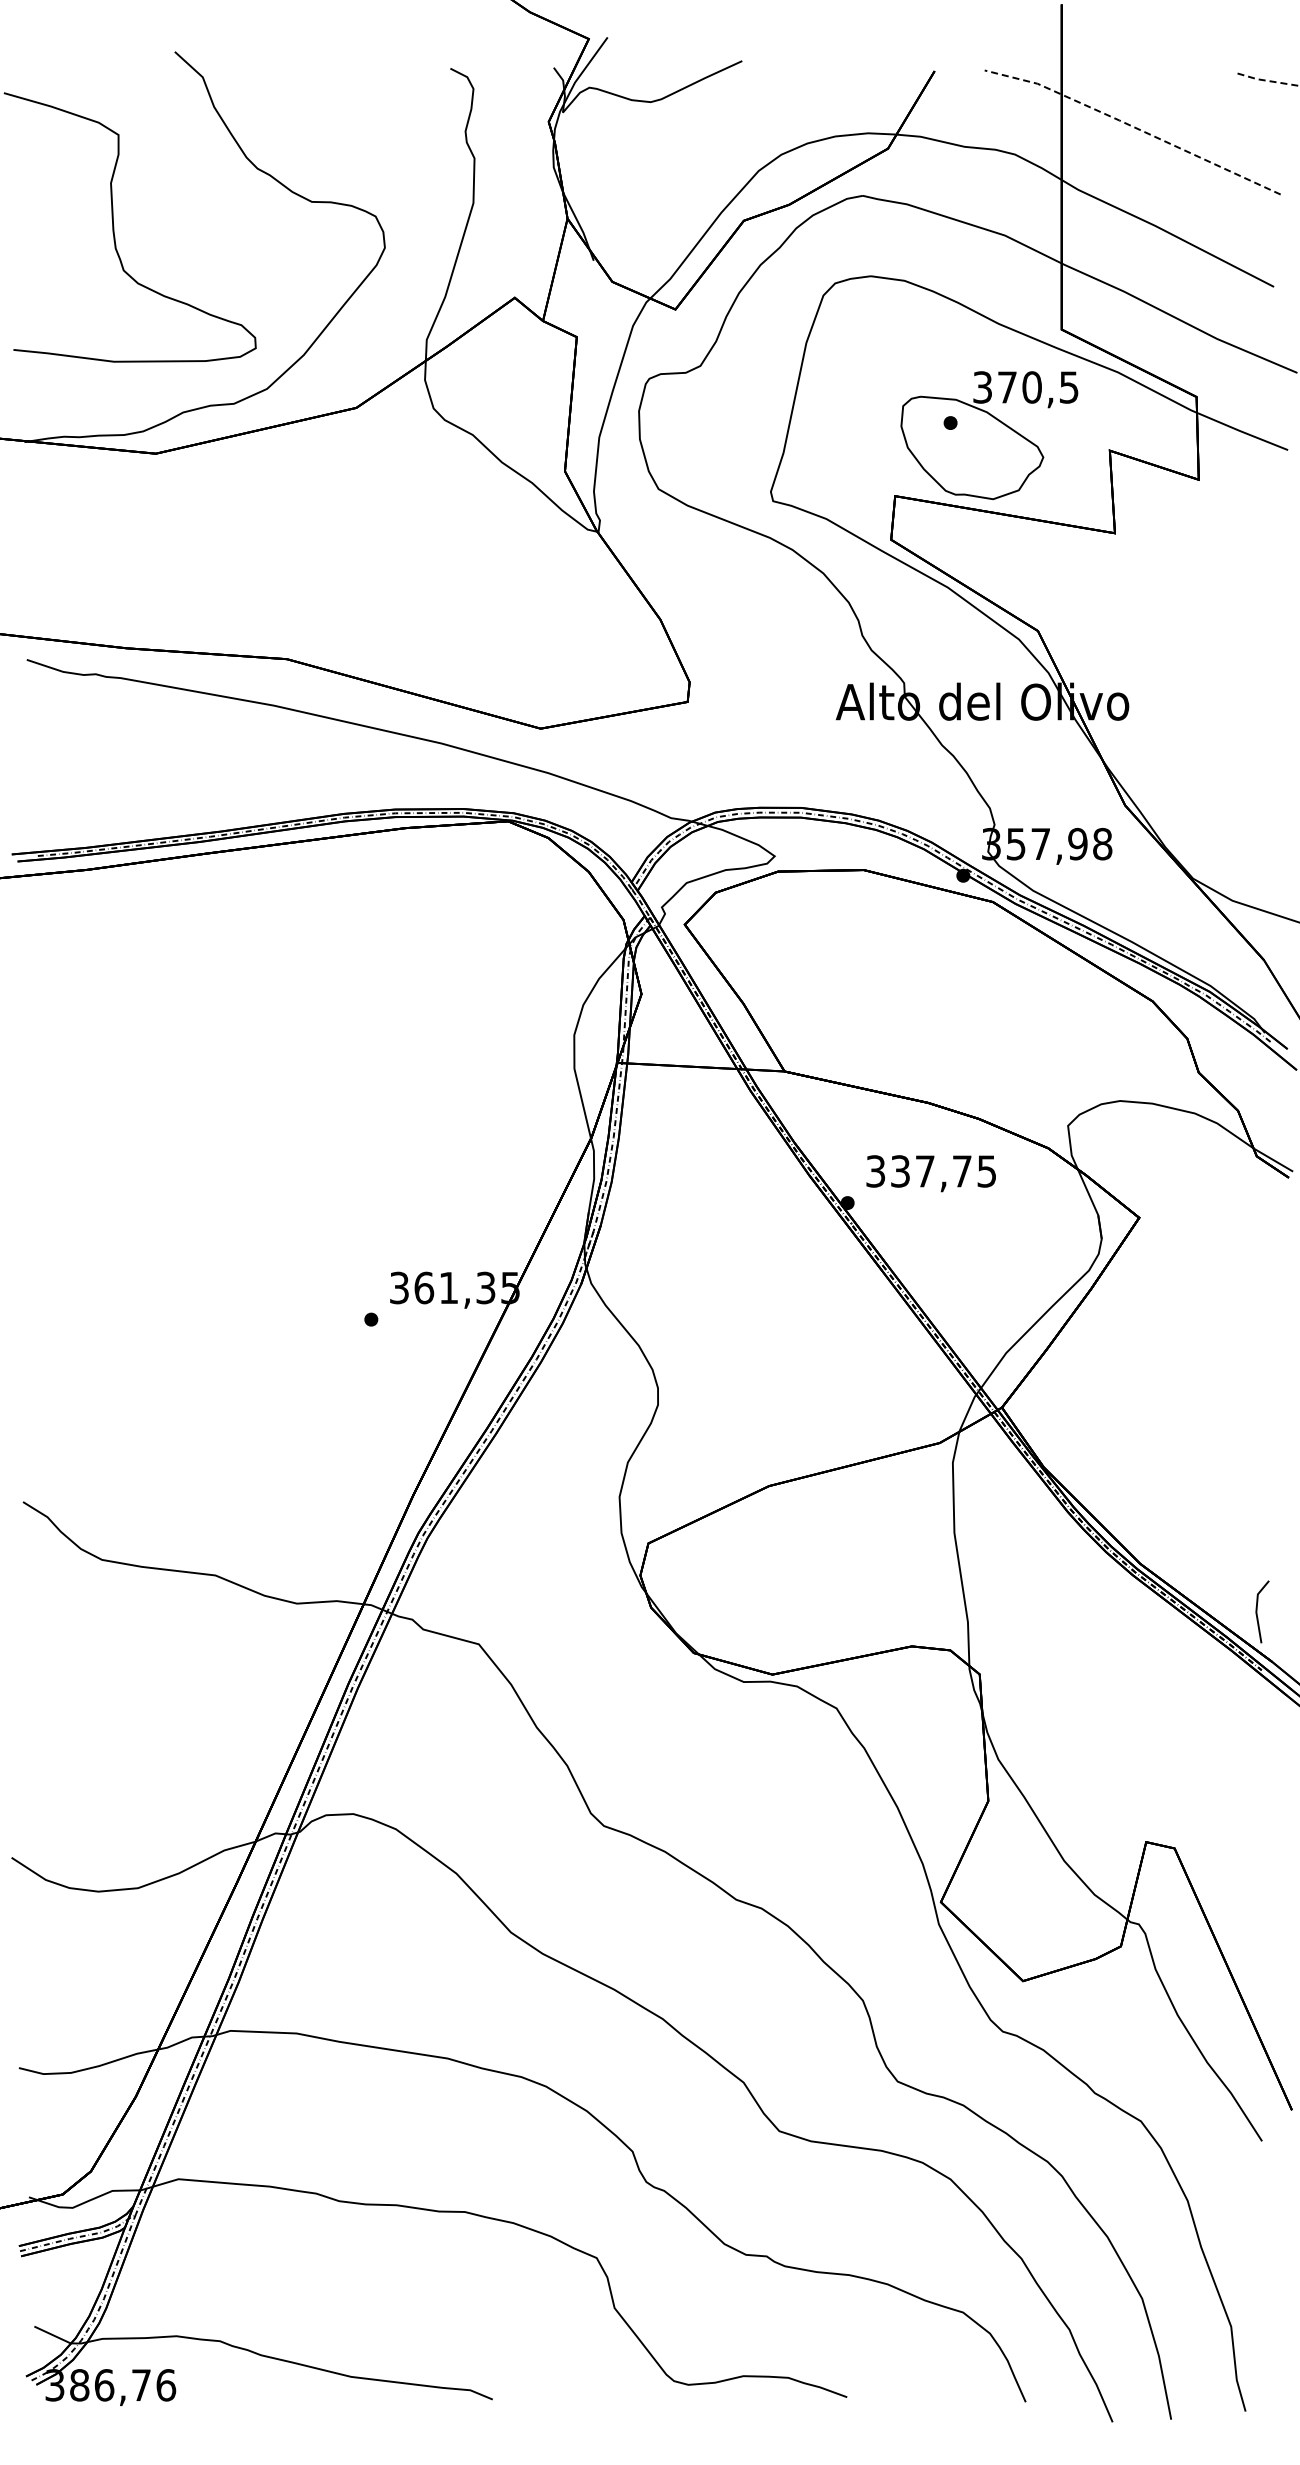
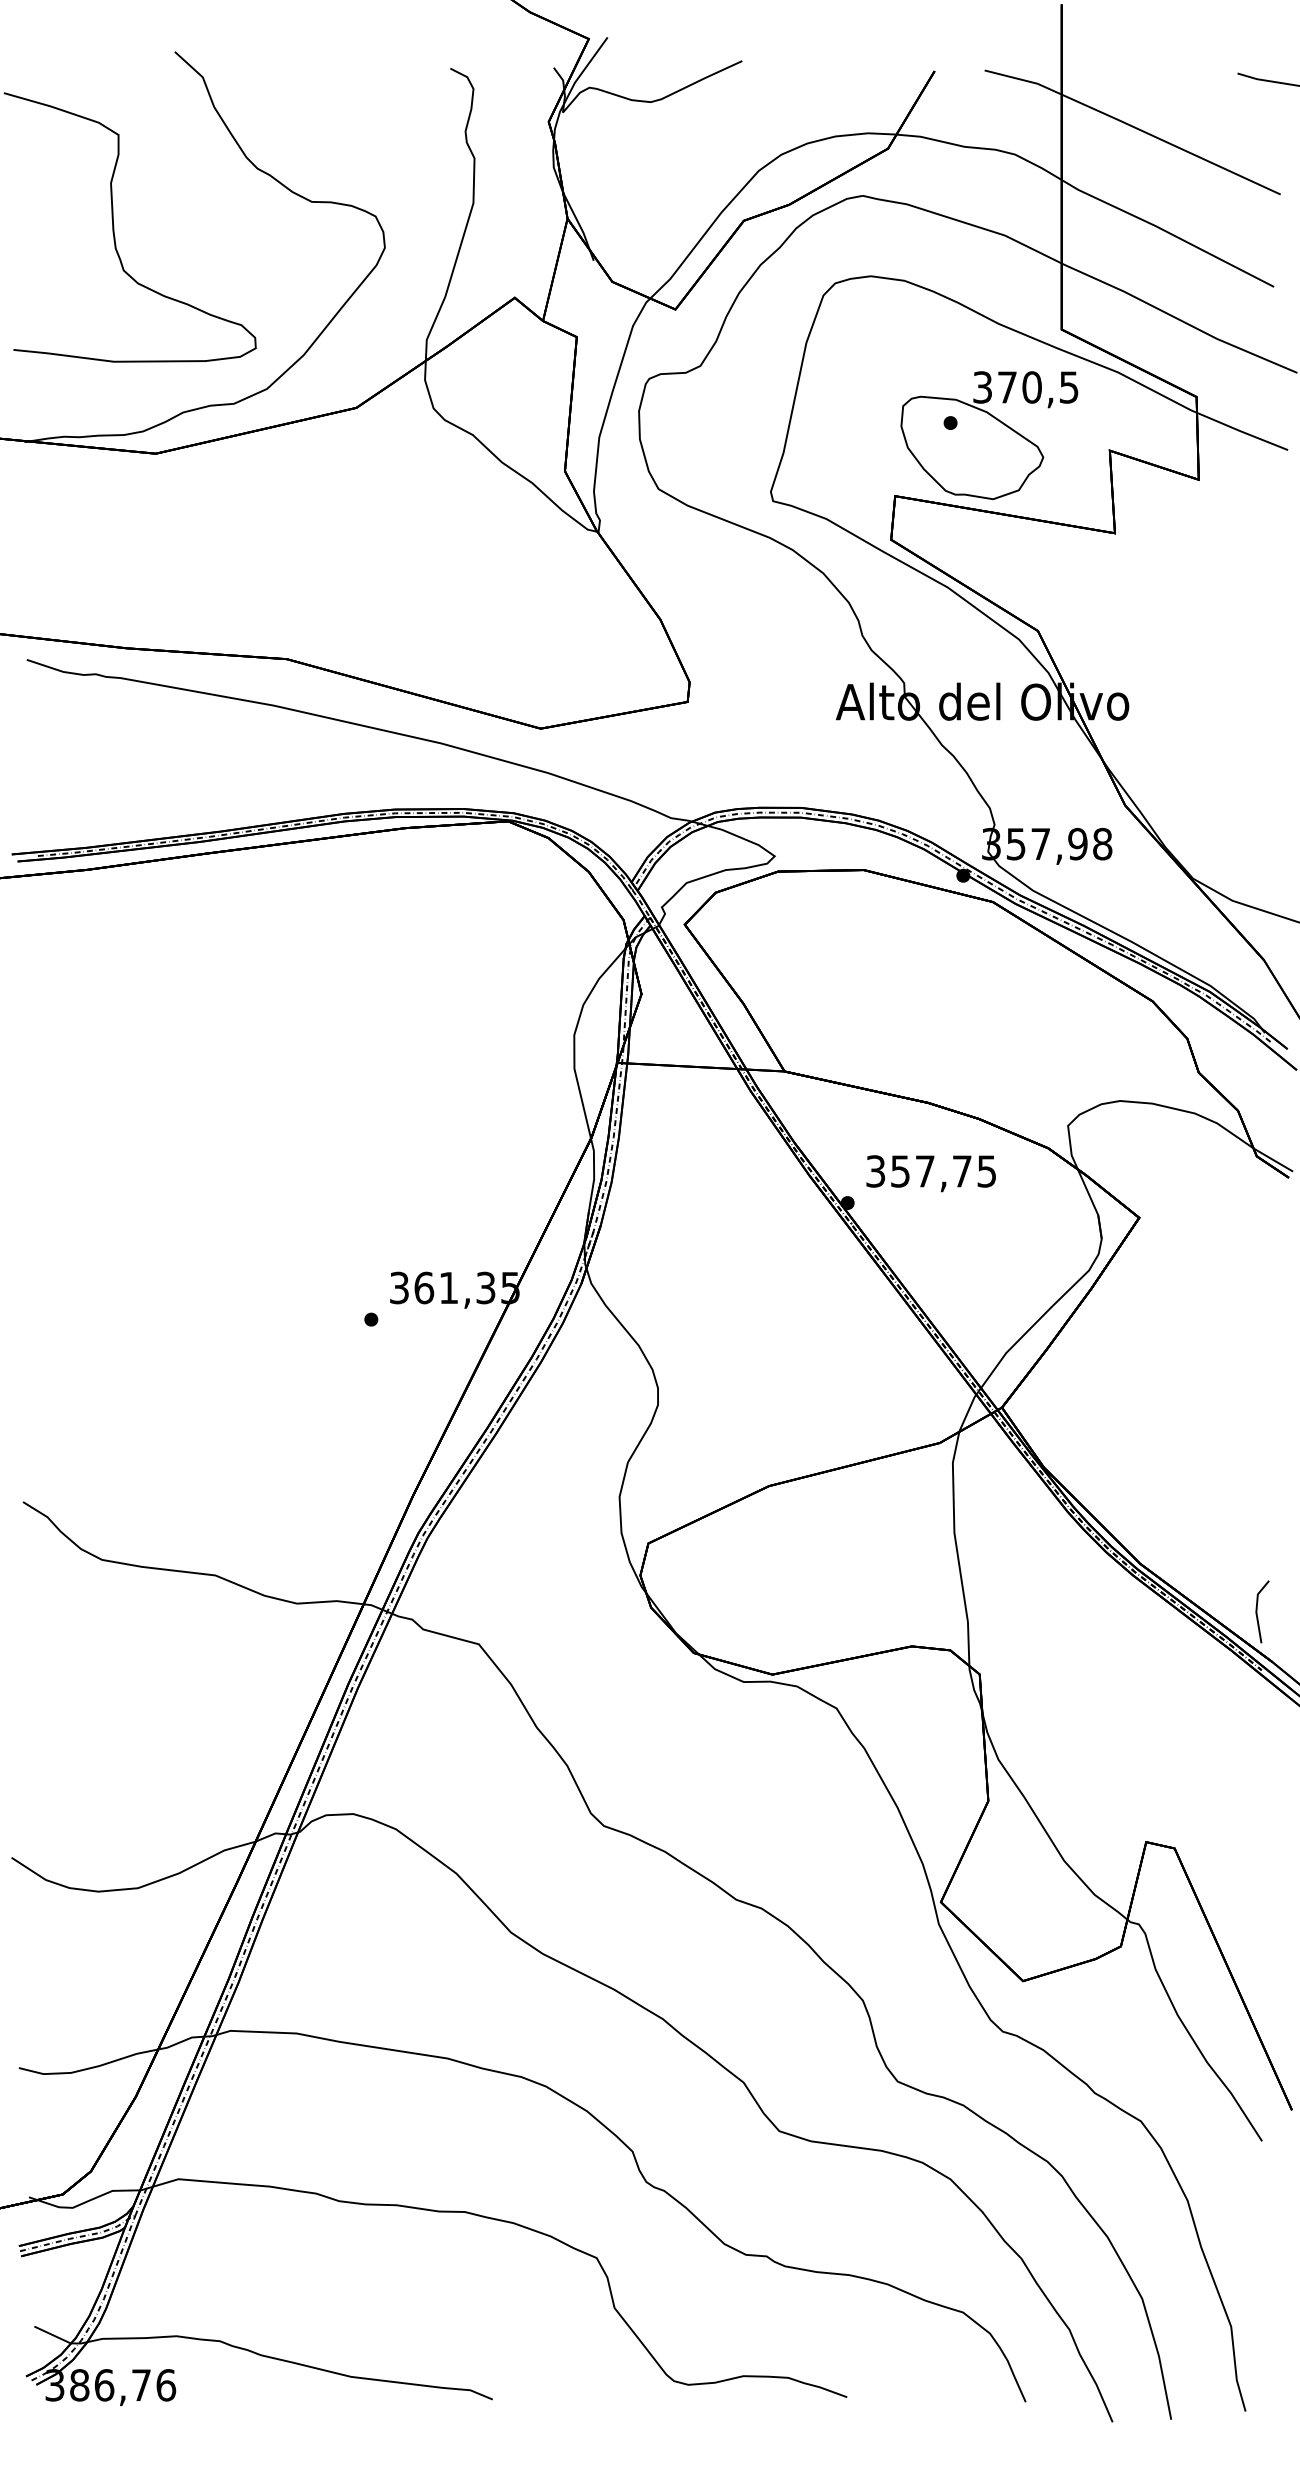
line at (1267, 80): dashed -> solid
line at (1132, 126): dashed -> solid
text at (900, 1171): 337,75 -> 357,75
